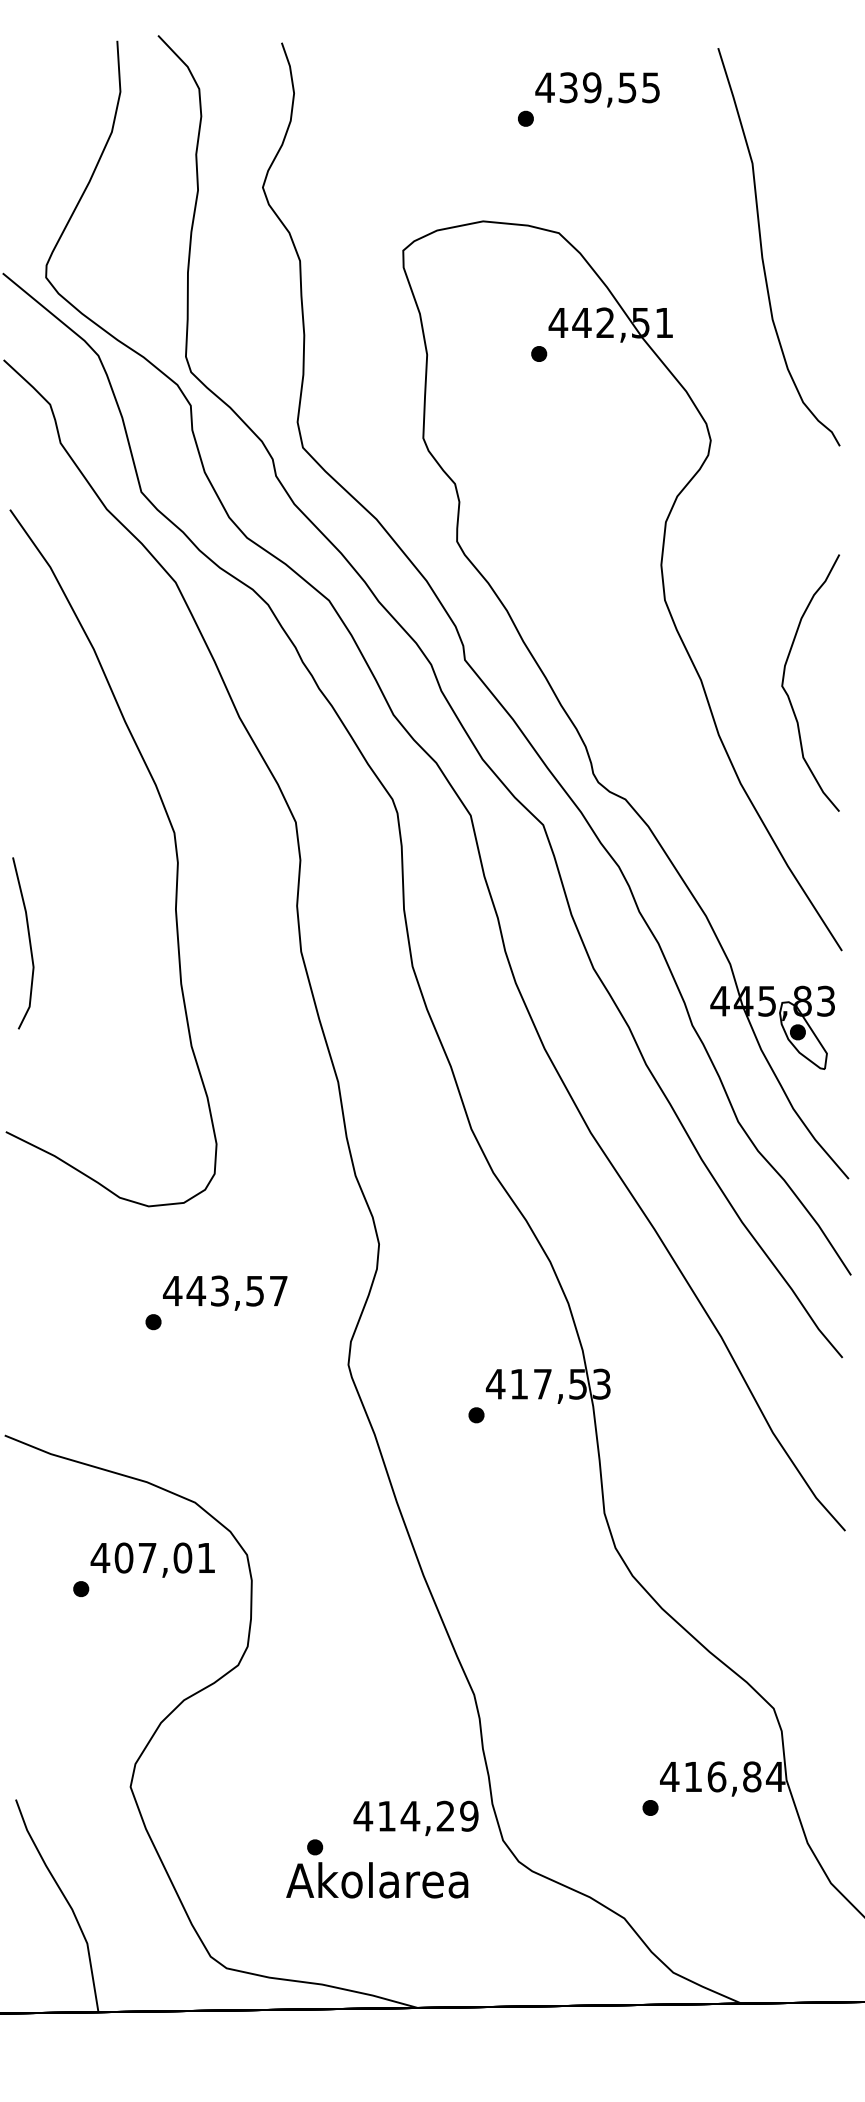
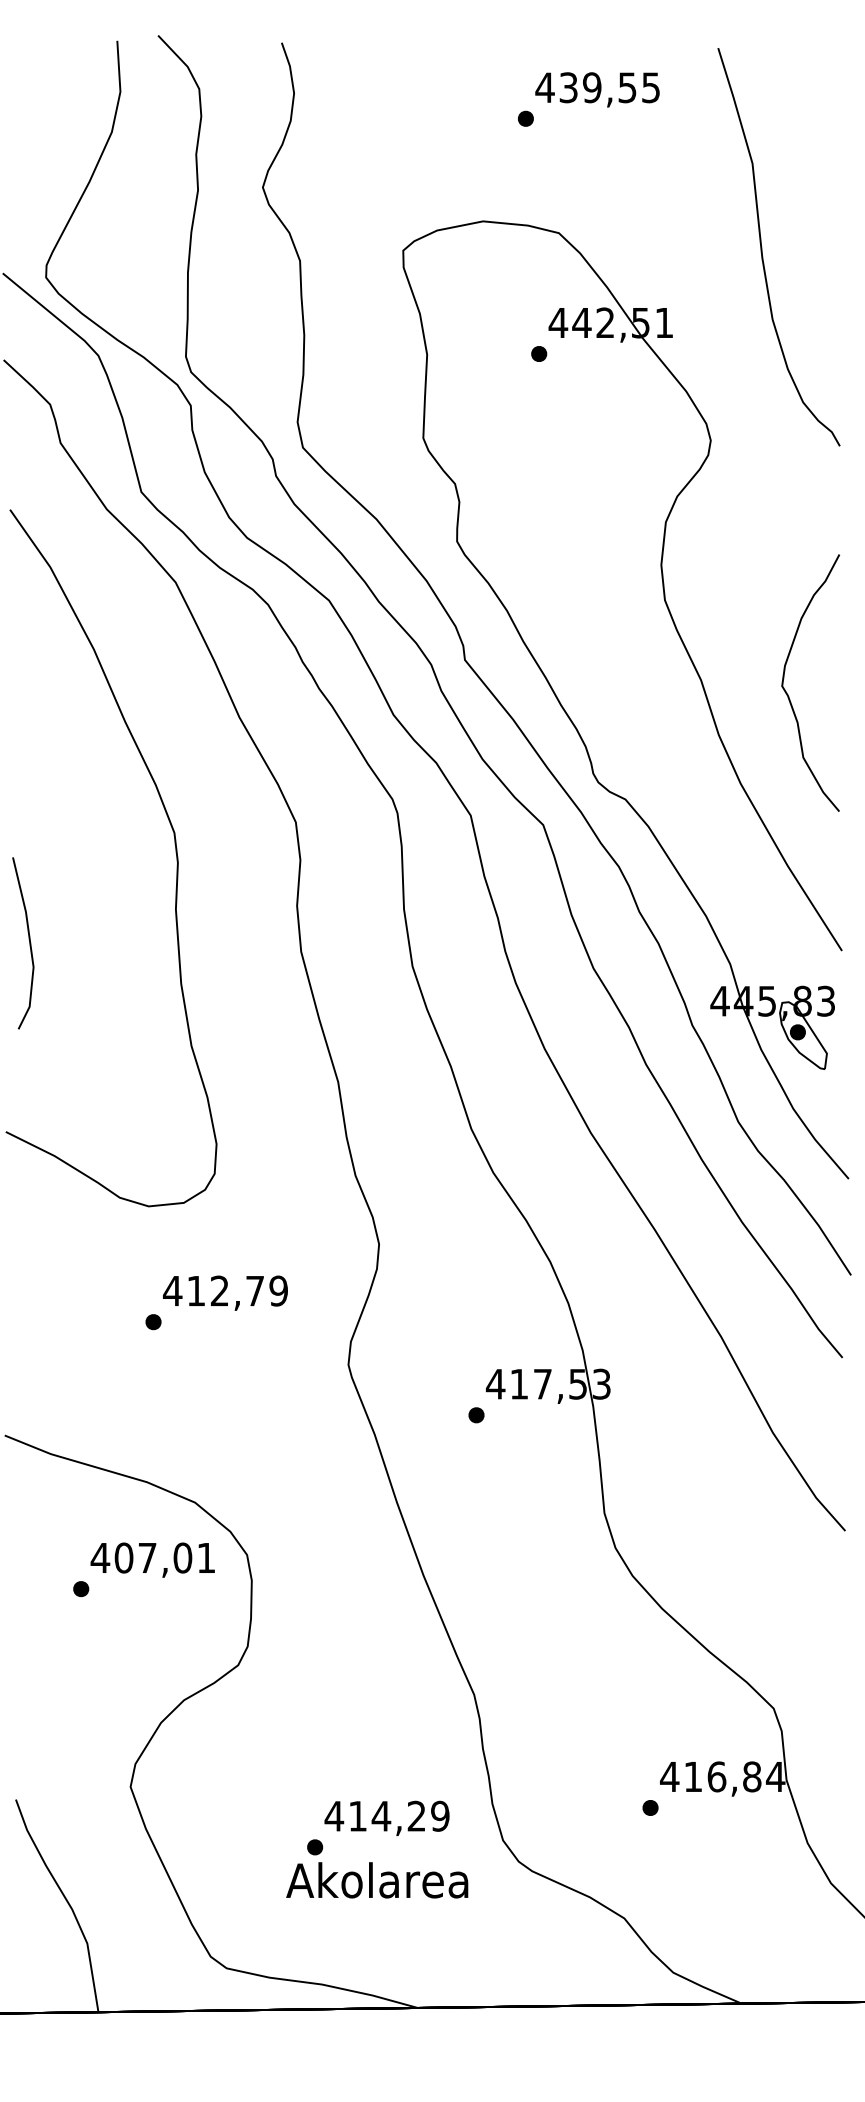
text at (236, 1290): 443,57 -> 412,79
text at (415, 1817) position: (415, 1817) -> (386, 1817)
